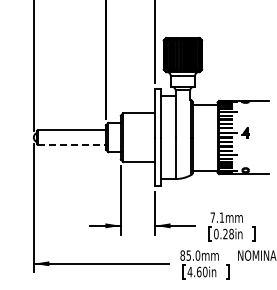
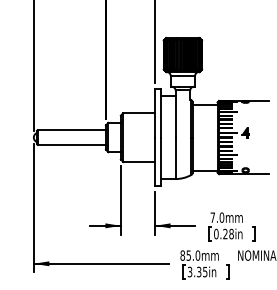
line at (72, 144): dashed -> solid
text at (221, 217): 7.1mm -> 7.0mm
text at (197, 271): 4.60in -> 3.35in
